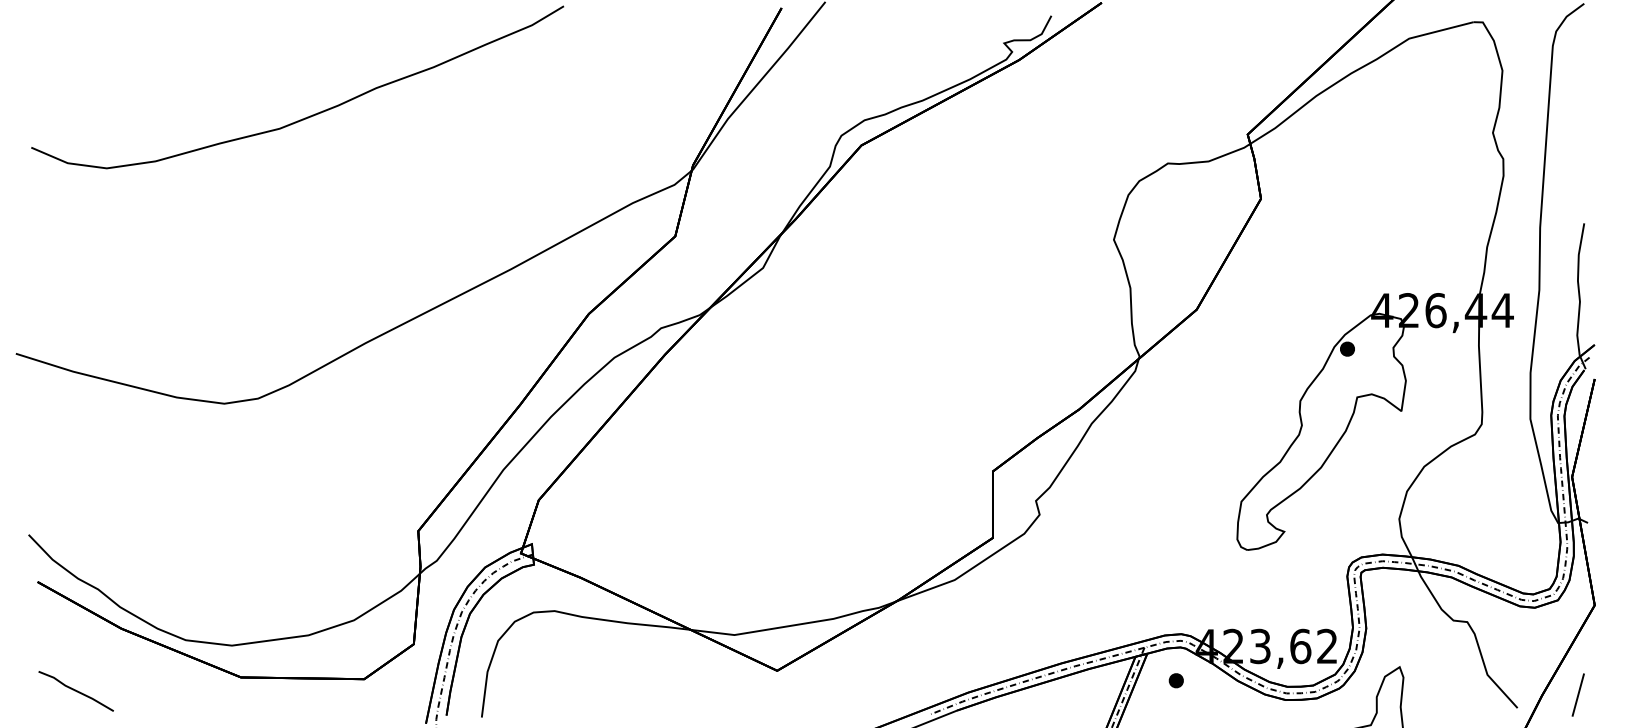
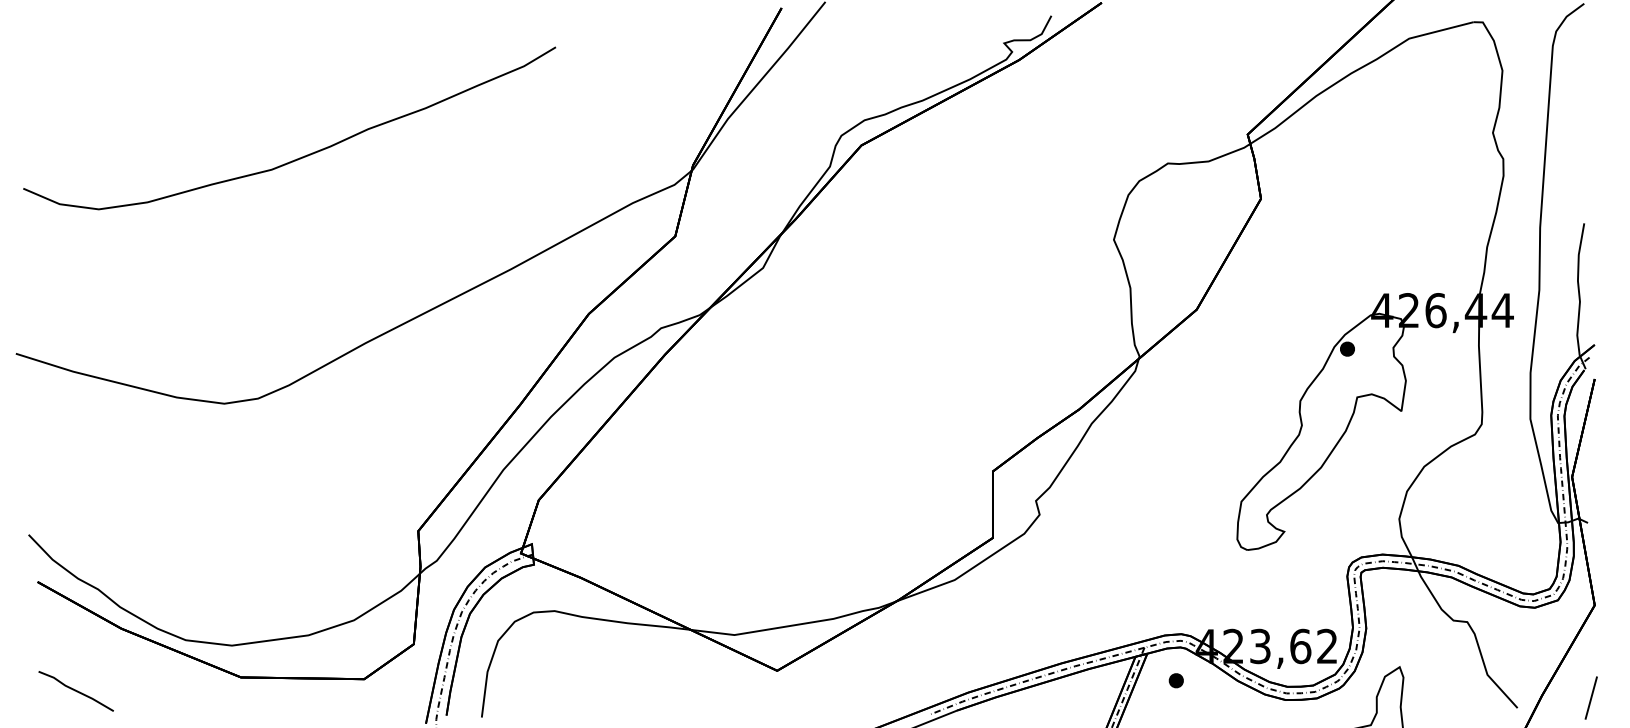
curve at (307, 116) position: (307, 116) -> (299, 157)
line at (1577, 694) position: (1577, 694) -> (1590, 697)
